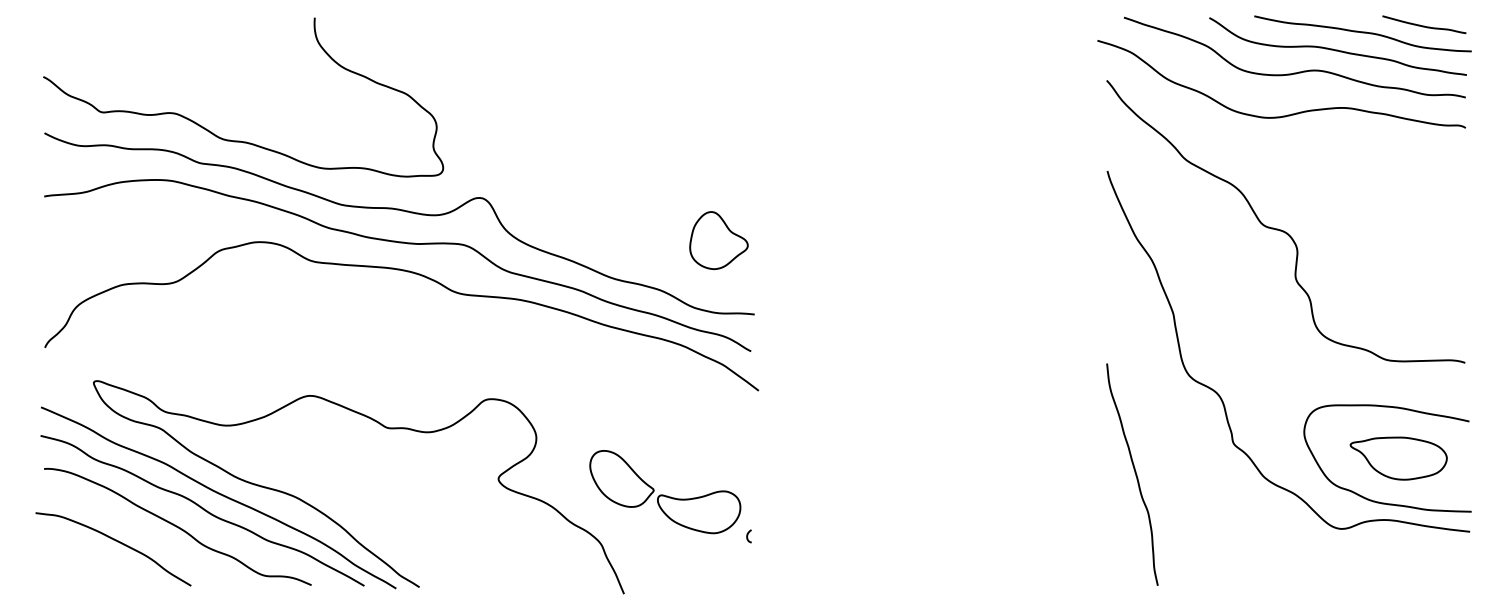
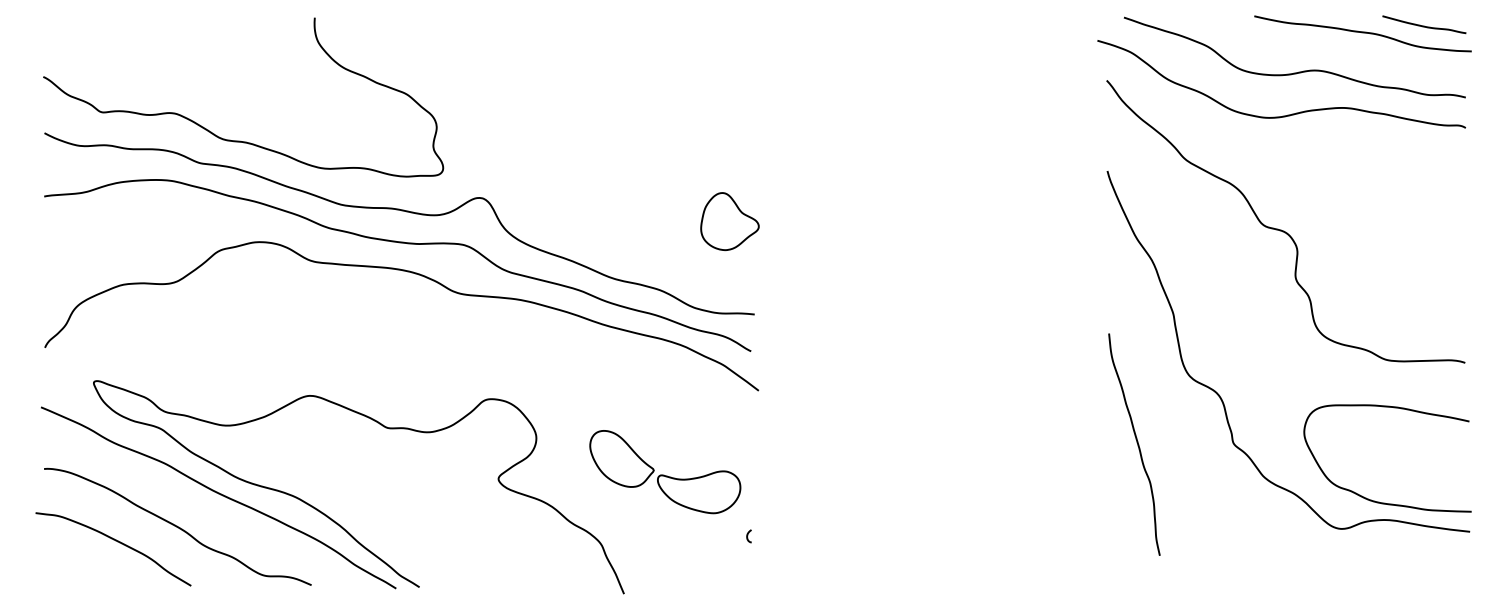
curve at (1337, 49): present -> none
part at (718, 240) position: (718, 240) -> (729, 221)
part at (1398, 458): present -> none
curve at (1134, 472) position: (1134, 472) -> (1136, 442)
part at (665, 492) position: (665, 492) -> (665, 472)
curve at (202, 509): present -> none
